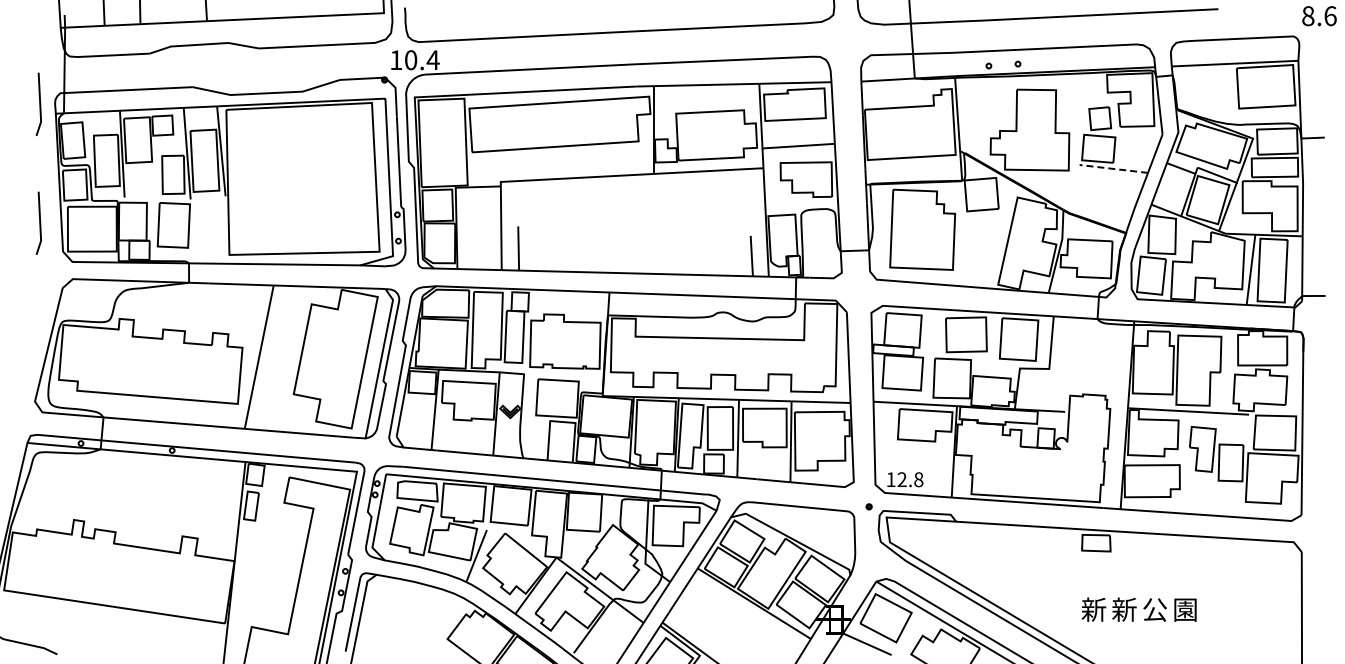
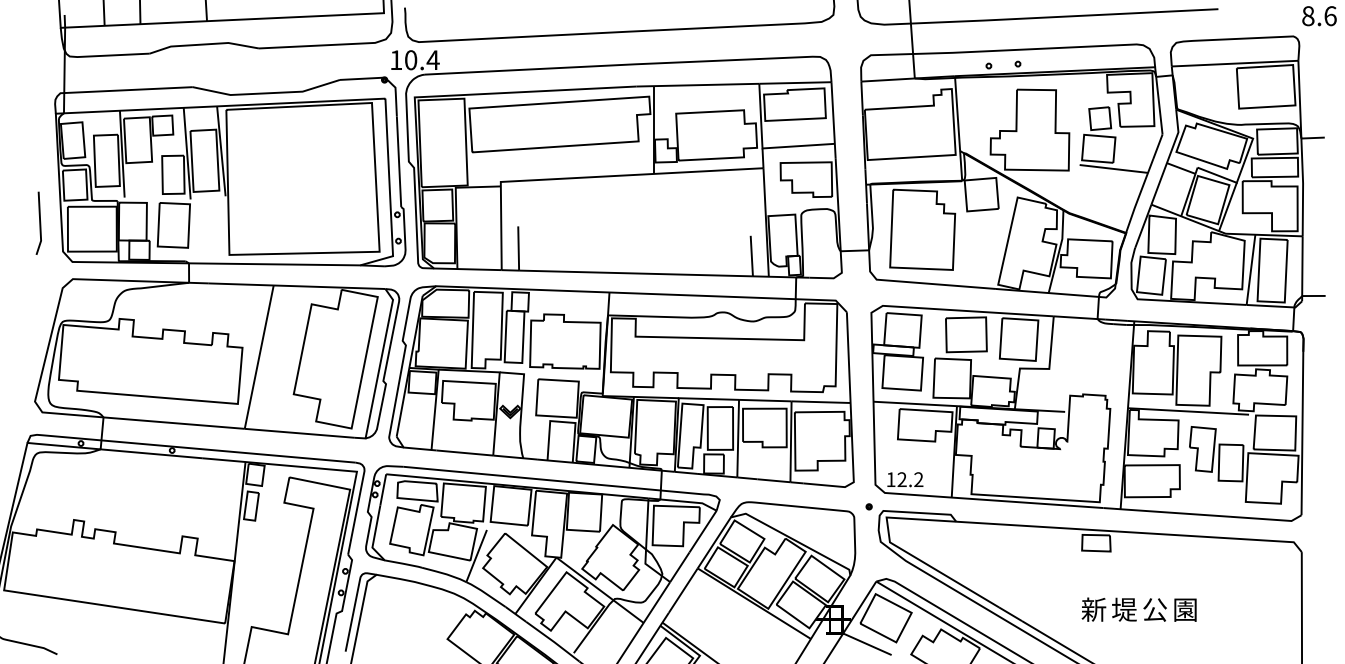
line at (39, 103): present -> none
line at (1113, 168): dashed -> solid
text at (918, 479): 12.8 -> 12.2
text at (1124, 609): 新 -> 堤
